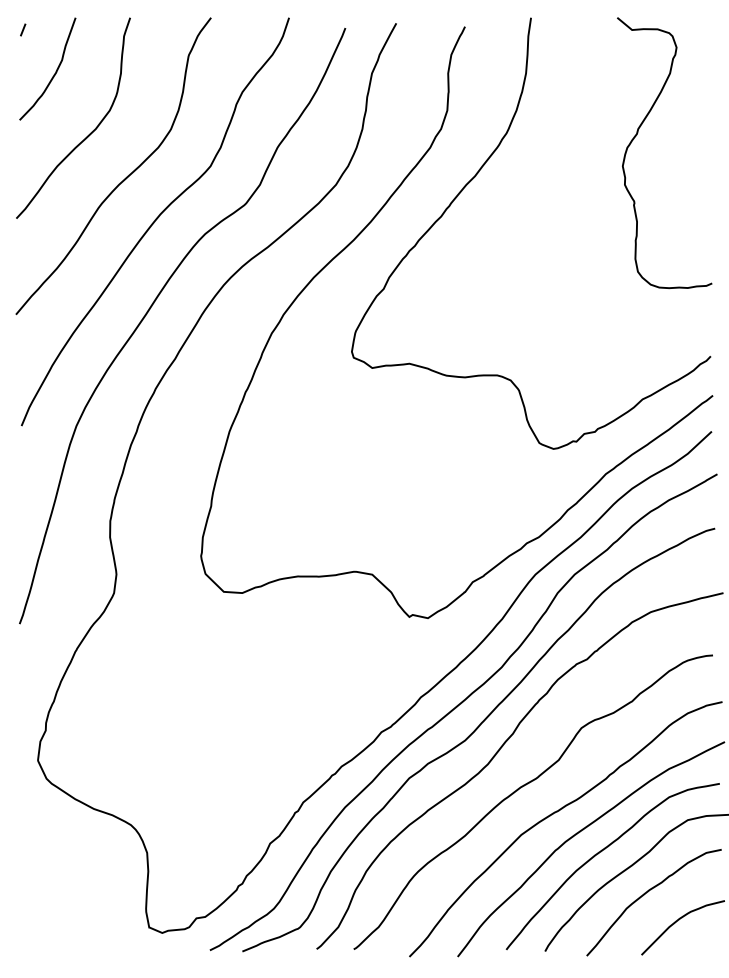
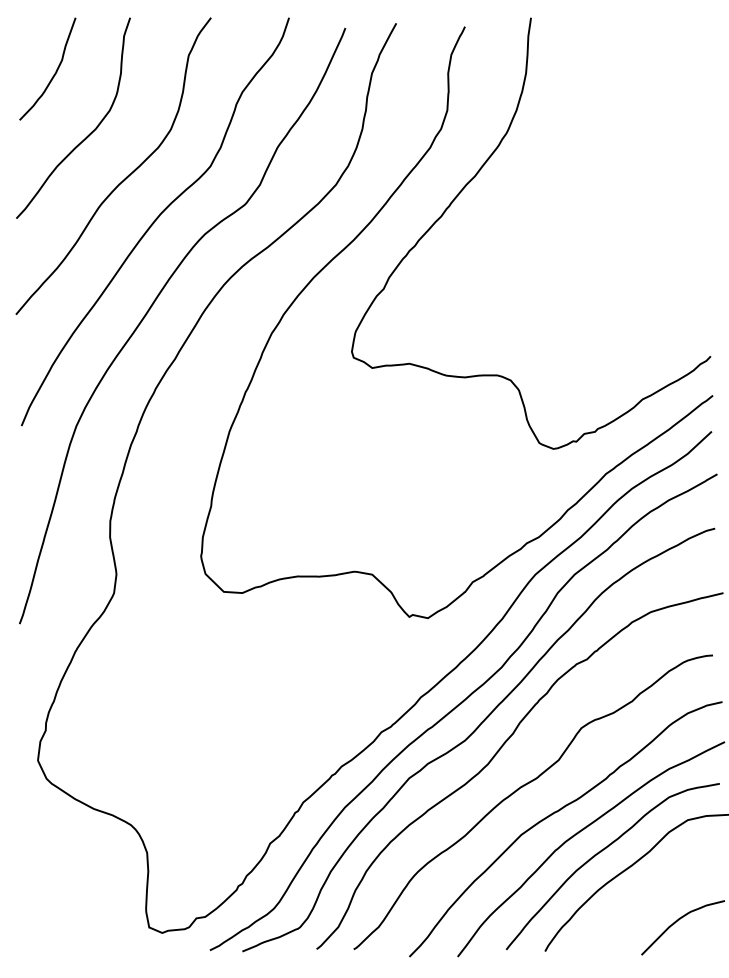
line at (23, 29): present -> none
curve at (636, 136): present -> none
curve at (648, 892): present -> none
